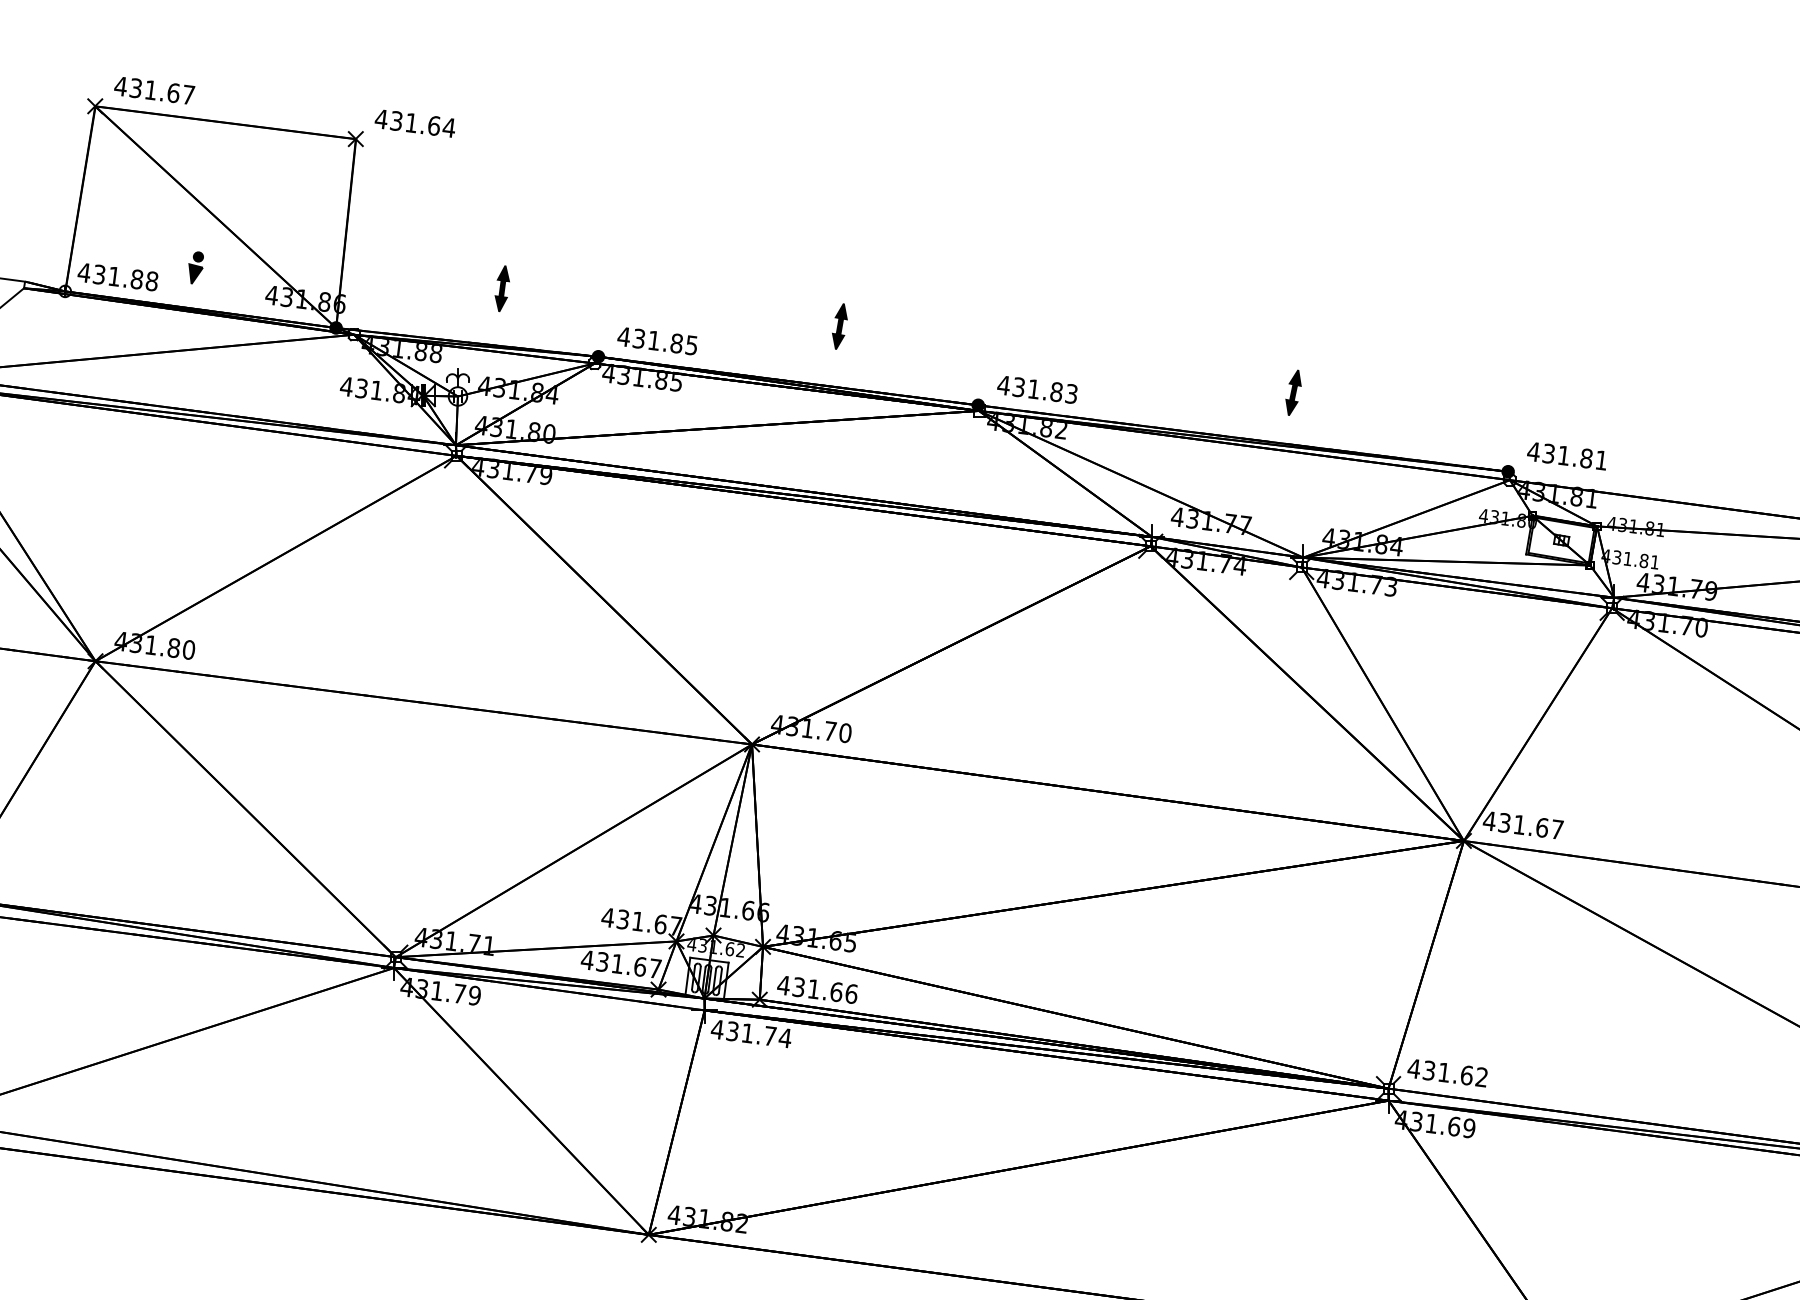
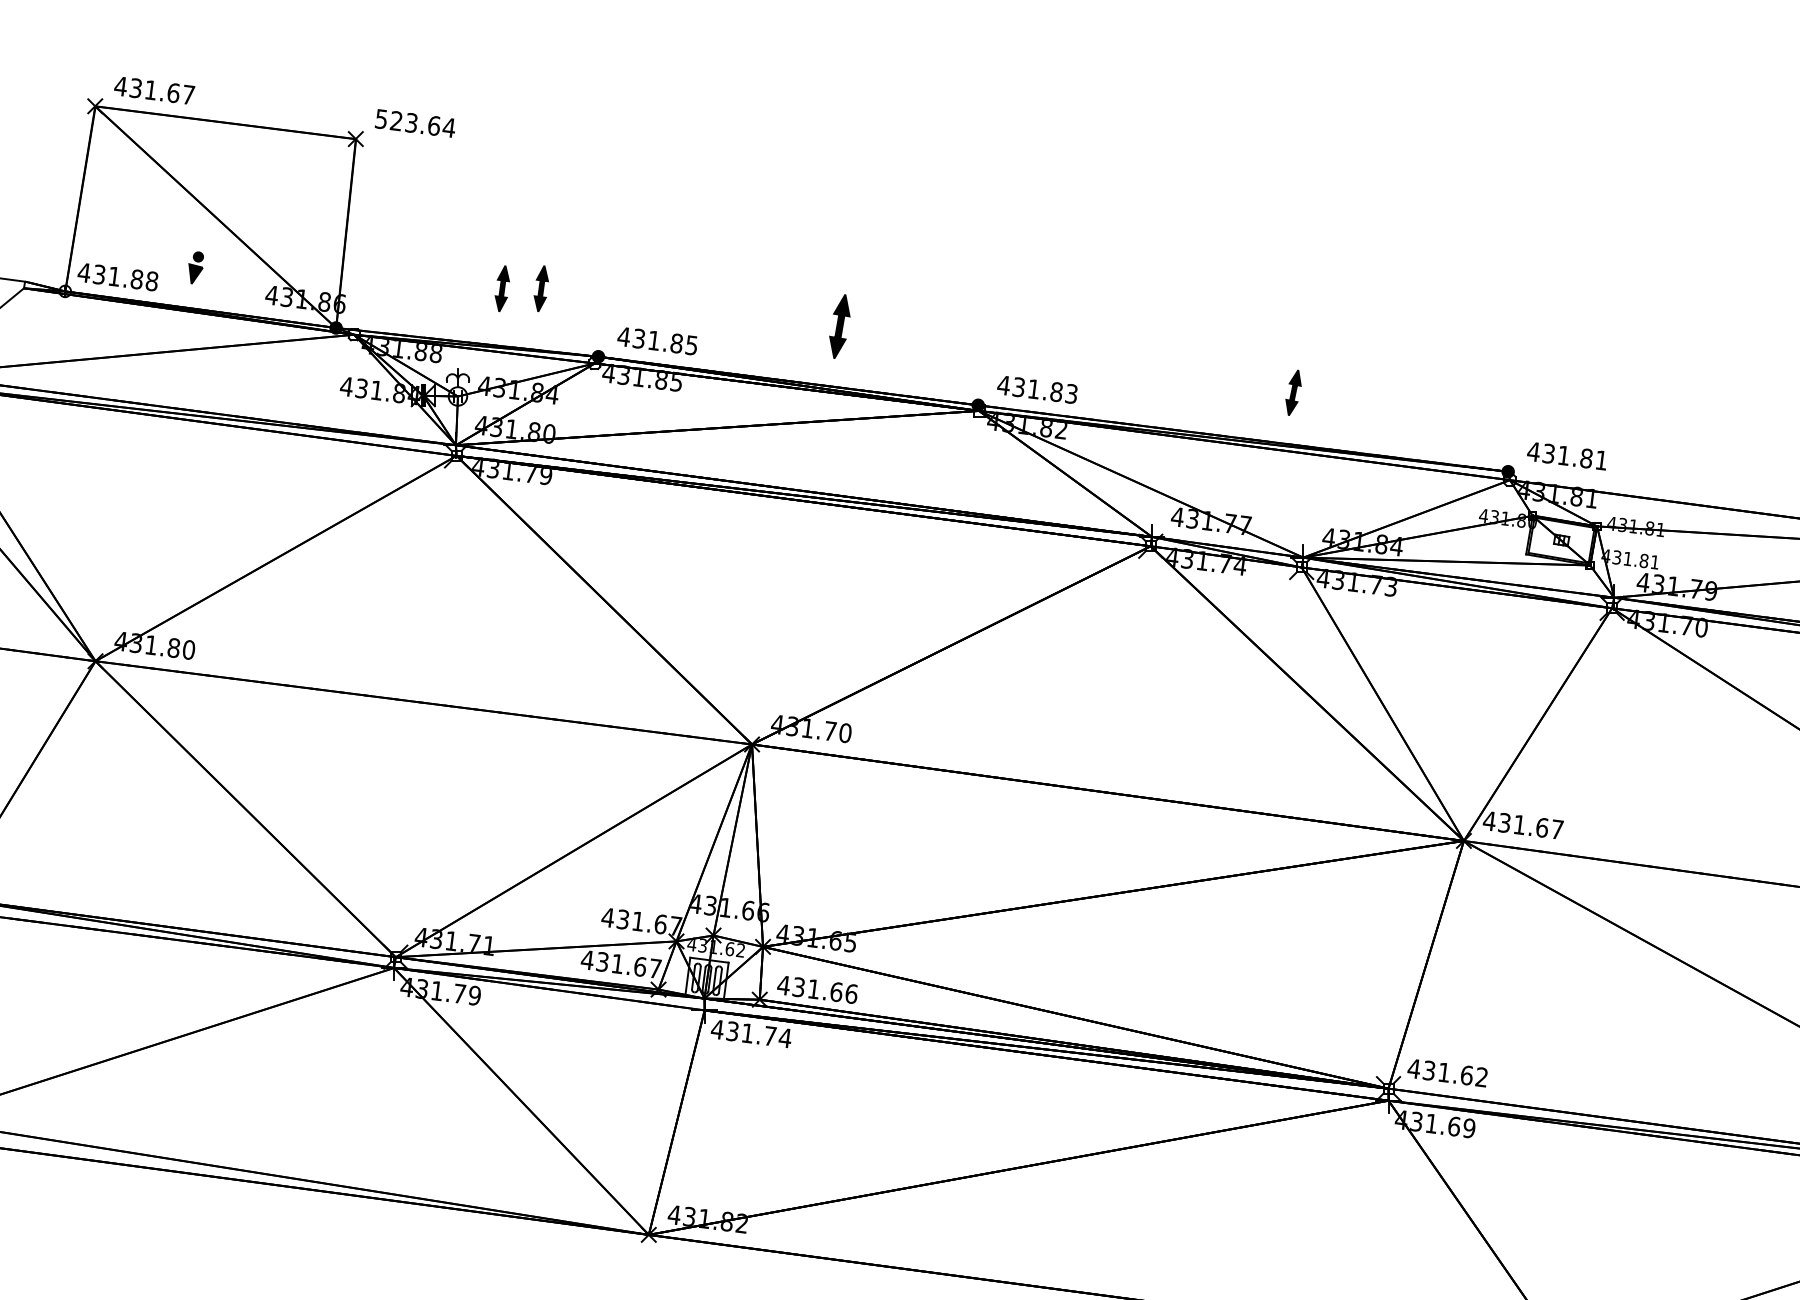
text at (395, 121): 431.64 -> 523.64
part at (540, 288): none -> present
part at (839, 326) size: 16x47 px -> 22x65 px
